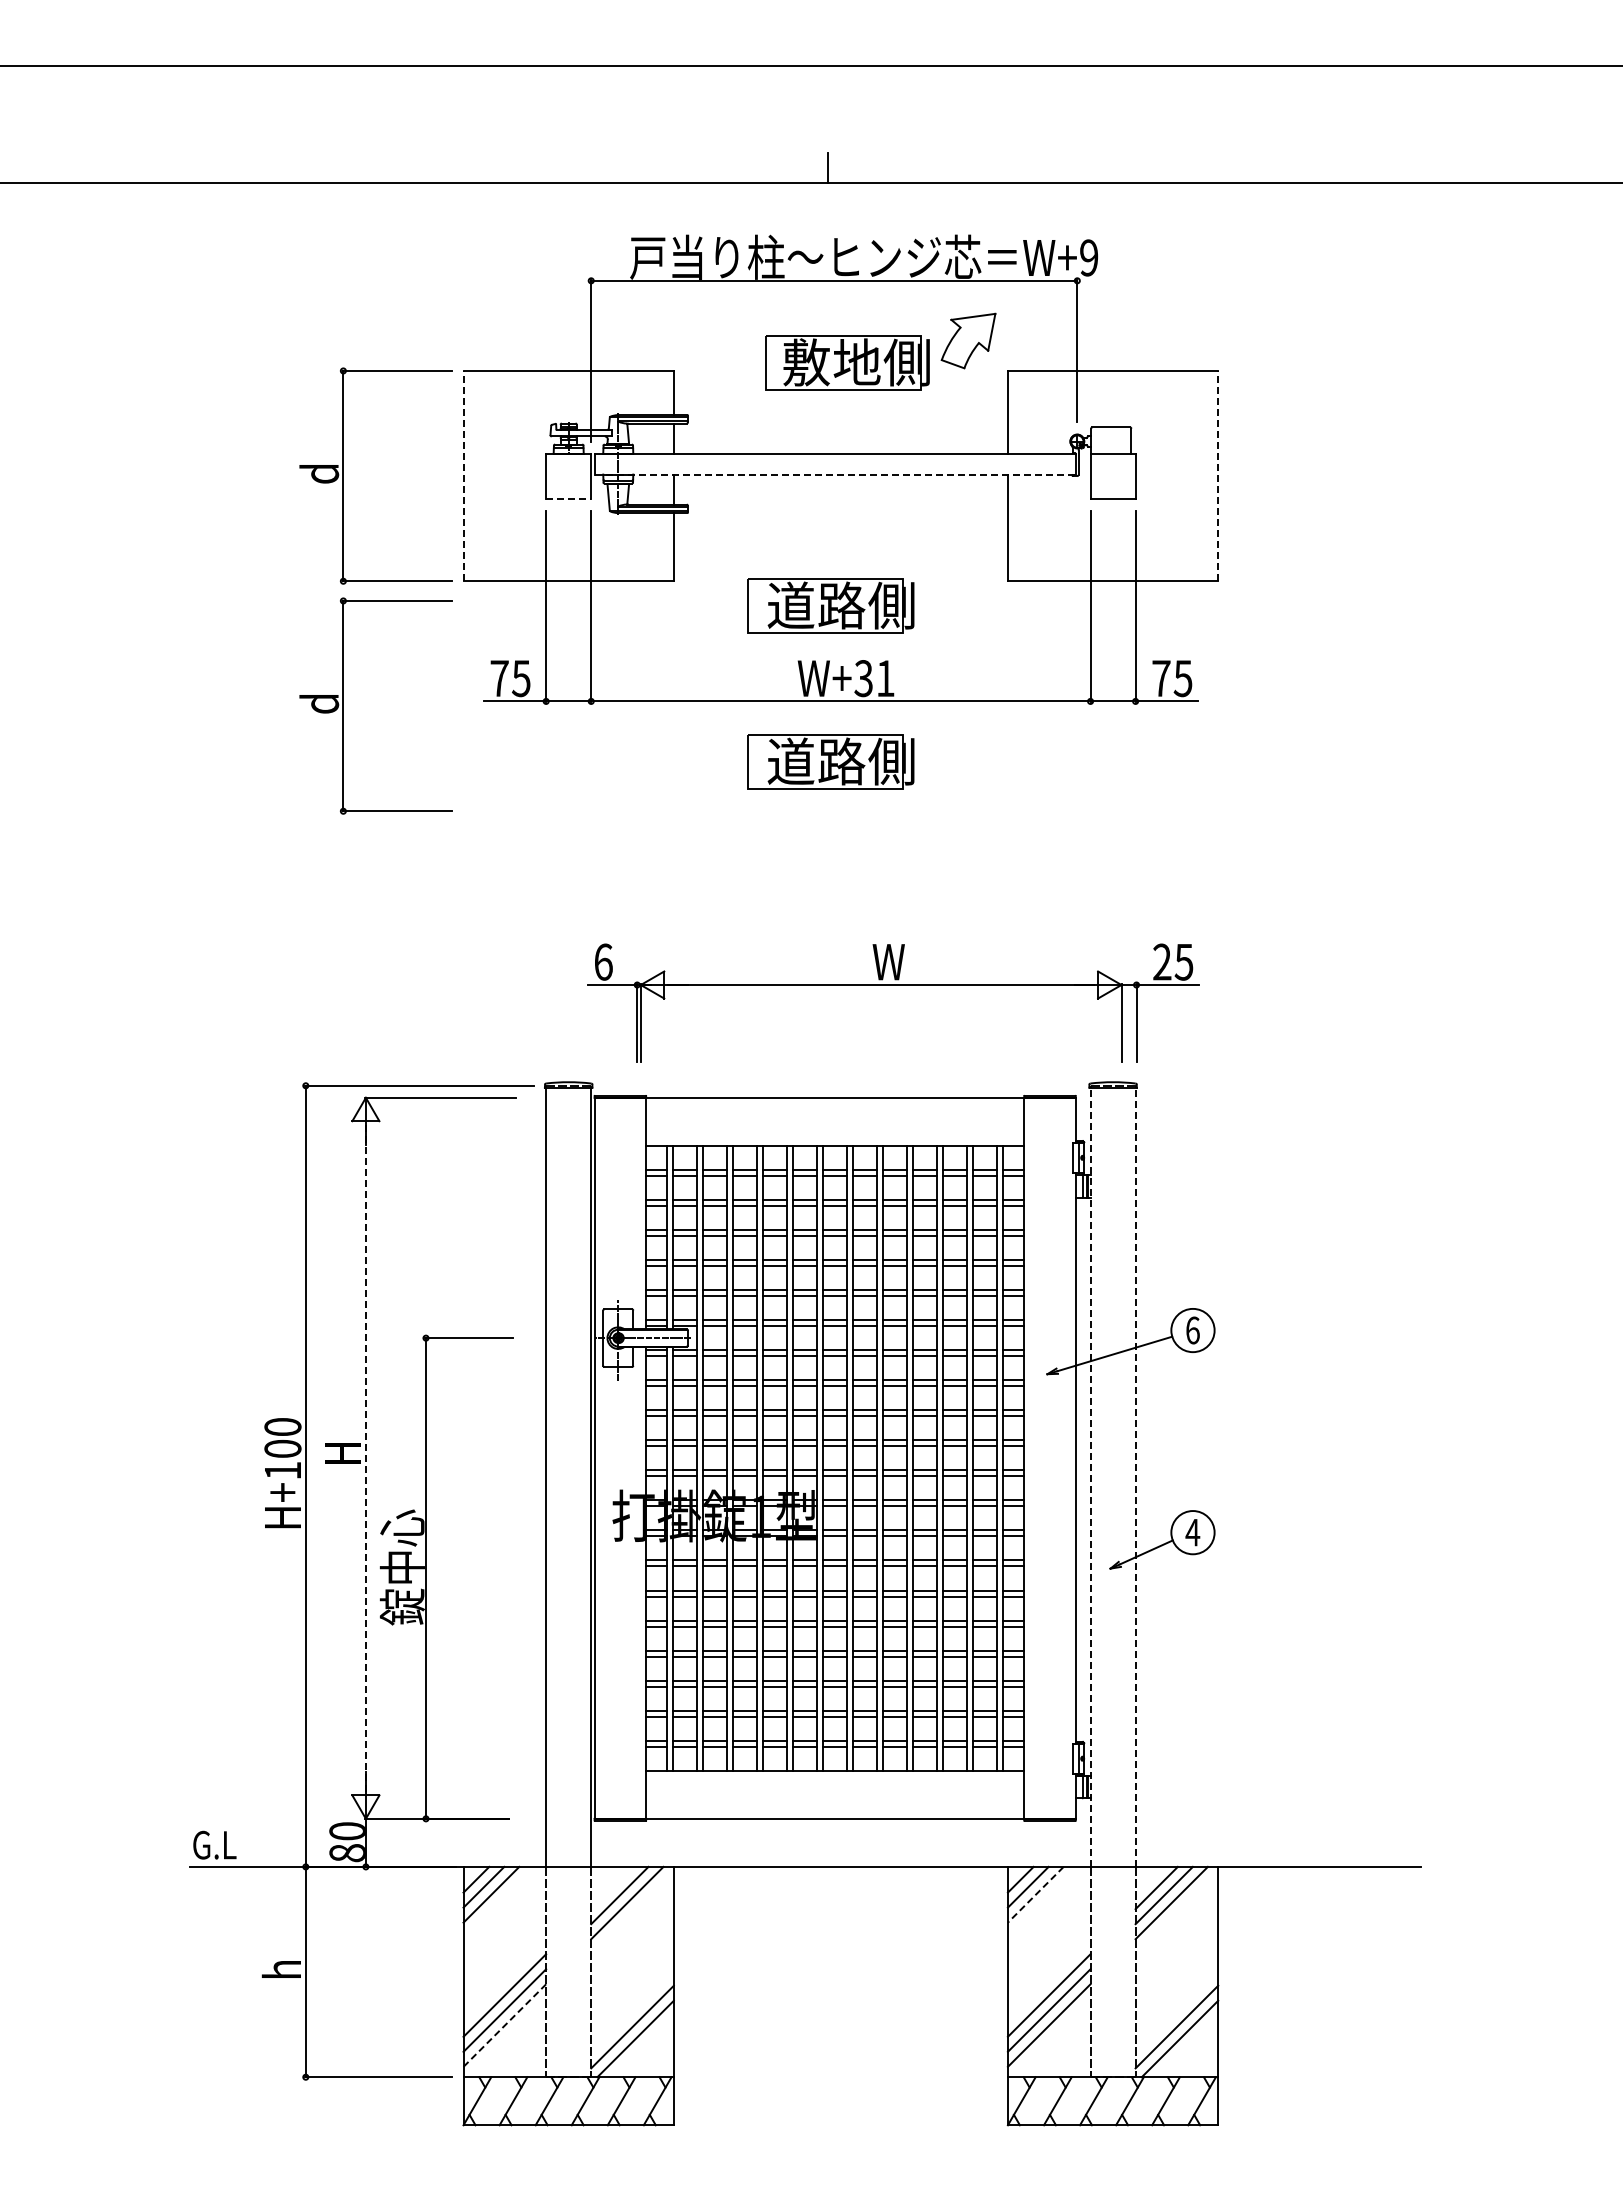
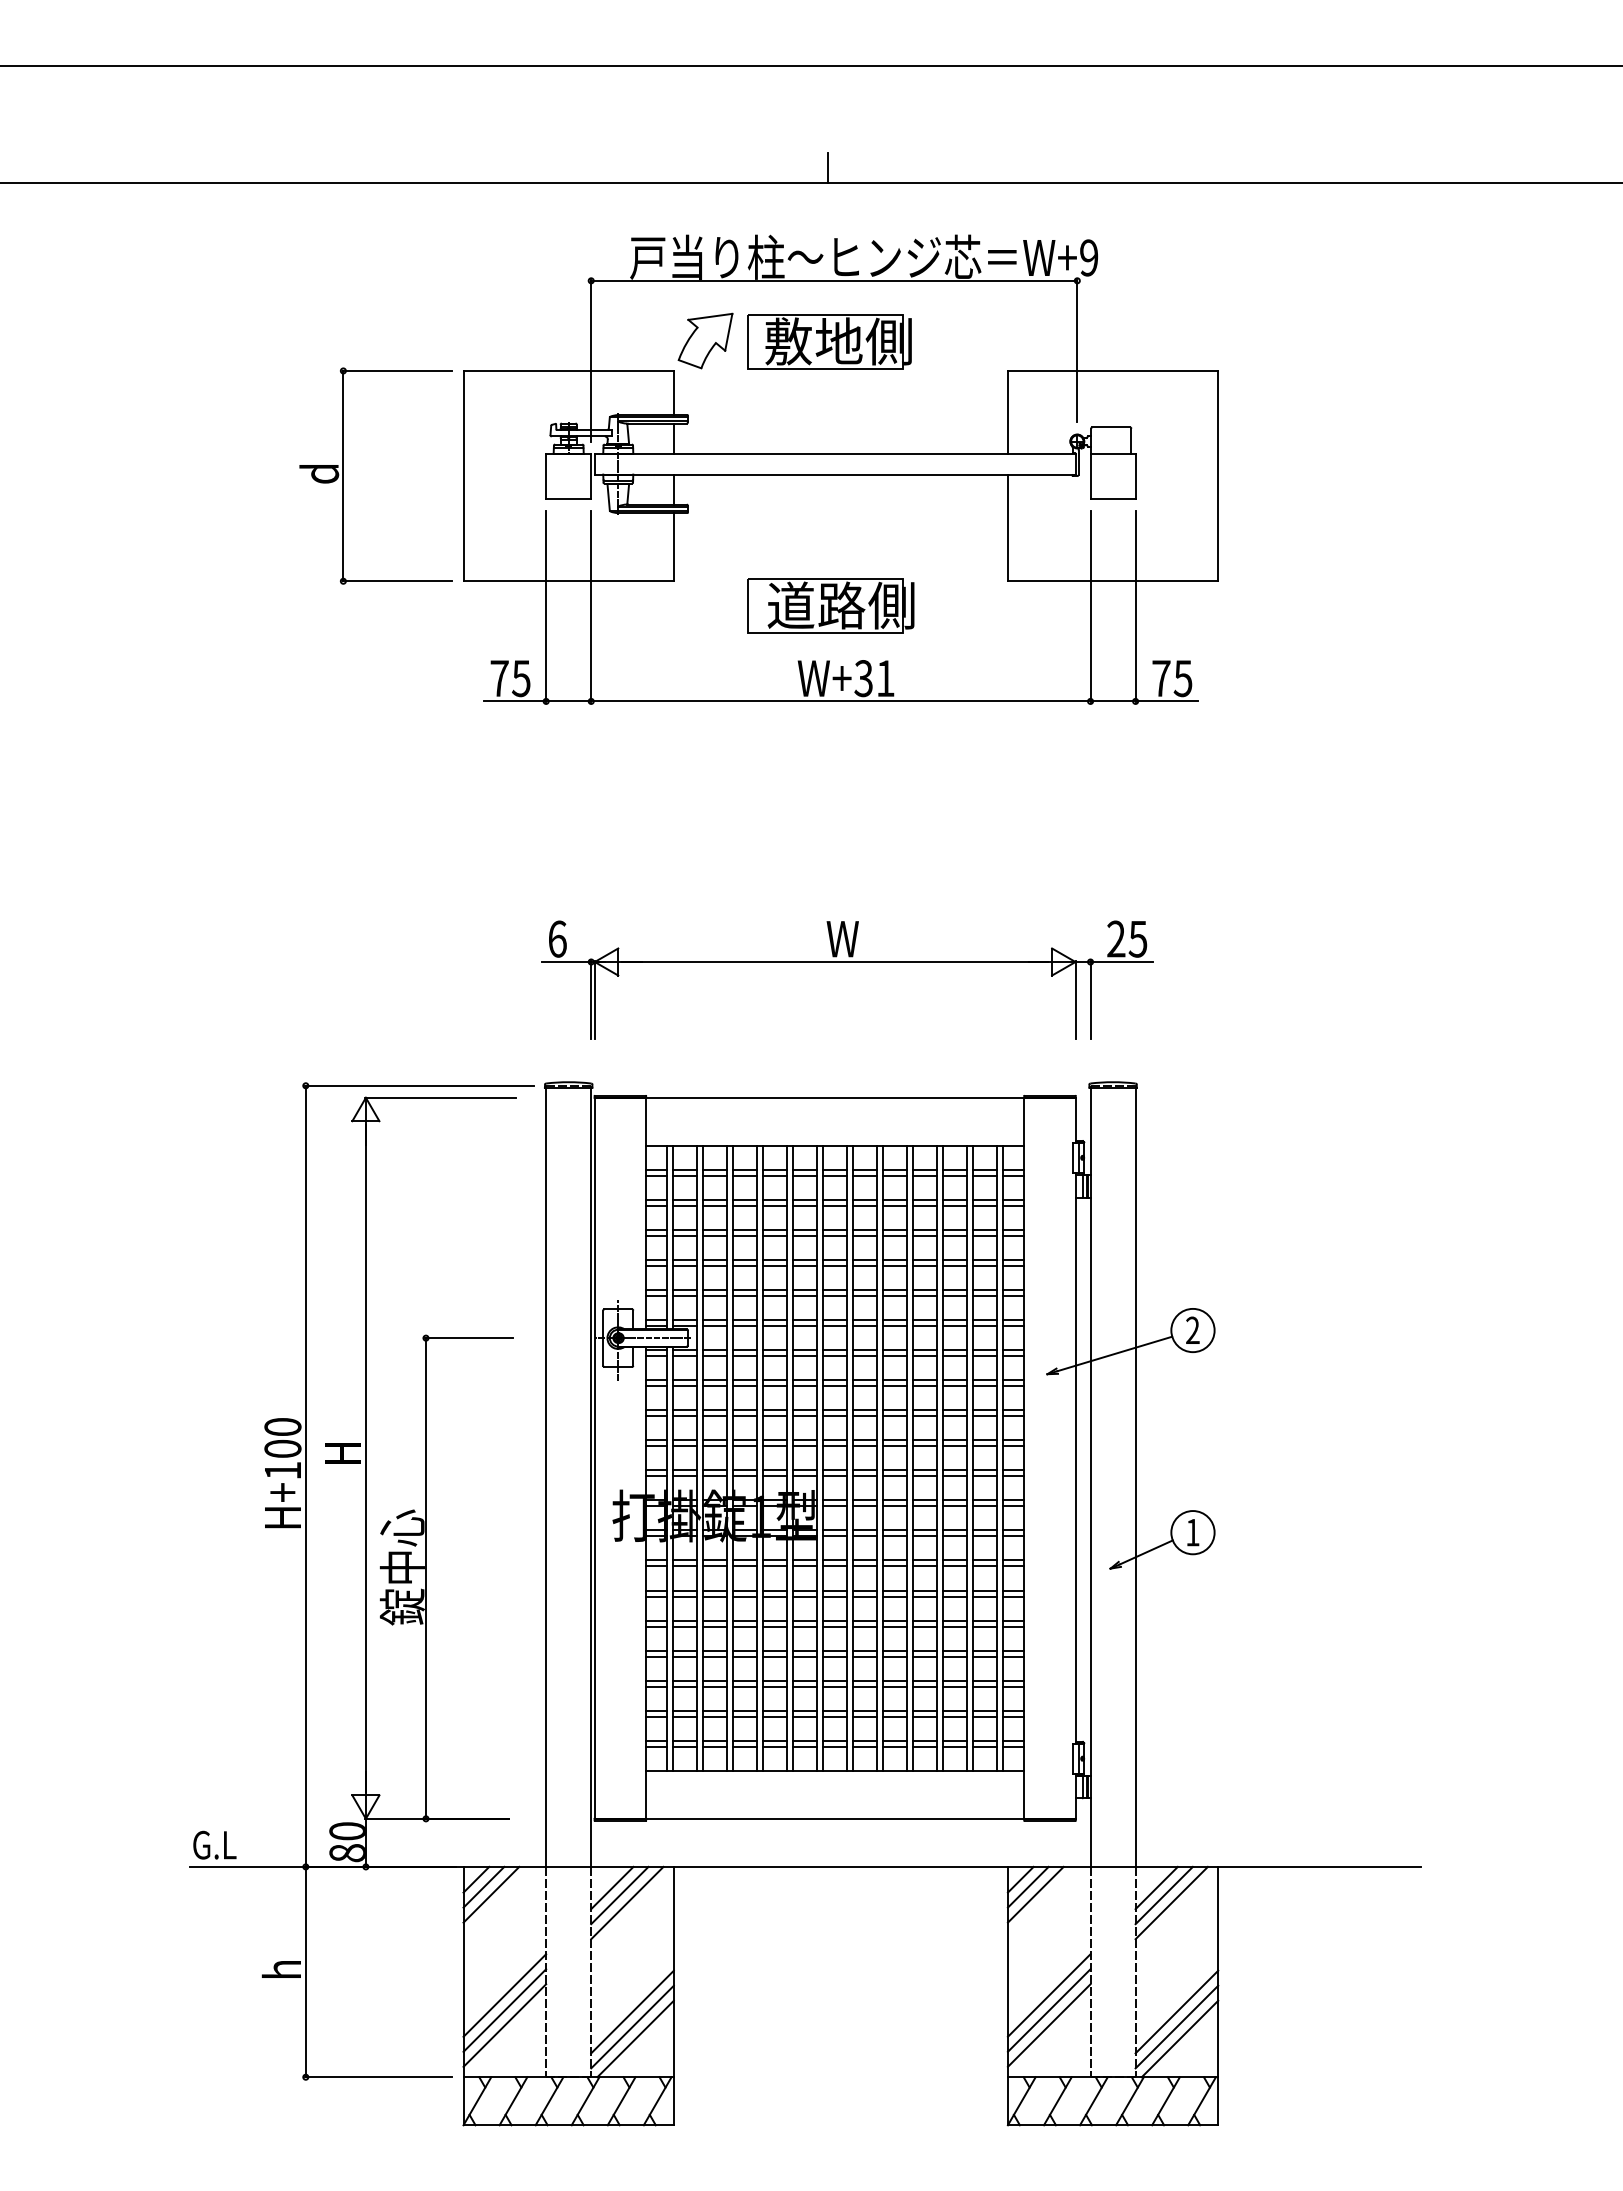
part at (968, 340) position: (968, 340) -> (705, 340)
part at (847, 362) position: (847, 362) -> (829, 341)
line at (835, 474): dashed -> solid
line at (463, 475): dashed -> solid
line at (1218, 475): dashed -> solid
line at (568, 498): dashed -> solid
part at (343, 705): present -> none
part at (830, 761): present -> none
part at (893, 985) position: (893, 985) -> (847, 962)
text at (1192, 1330): 6 -> 2
line at (365, 1458): dashed -> solid
line at (1090, 1477): dashed -> solid
line at (1135, 1477): dashed -> solid
text at (1192, 1532): 4 -> 1
line at (612, 1887): none -> present
line at (1035, 1895): dashed -> solid
line at (632, 2011): none -> present
line at (1176, 2011): none -> present
line at (505, 2025): dashed -> solid
